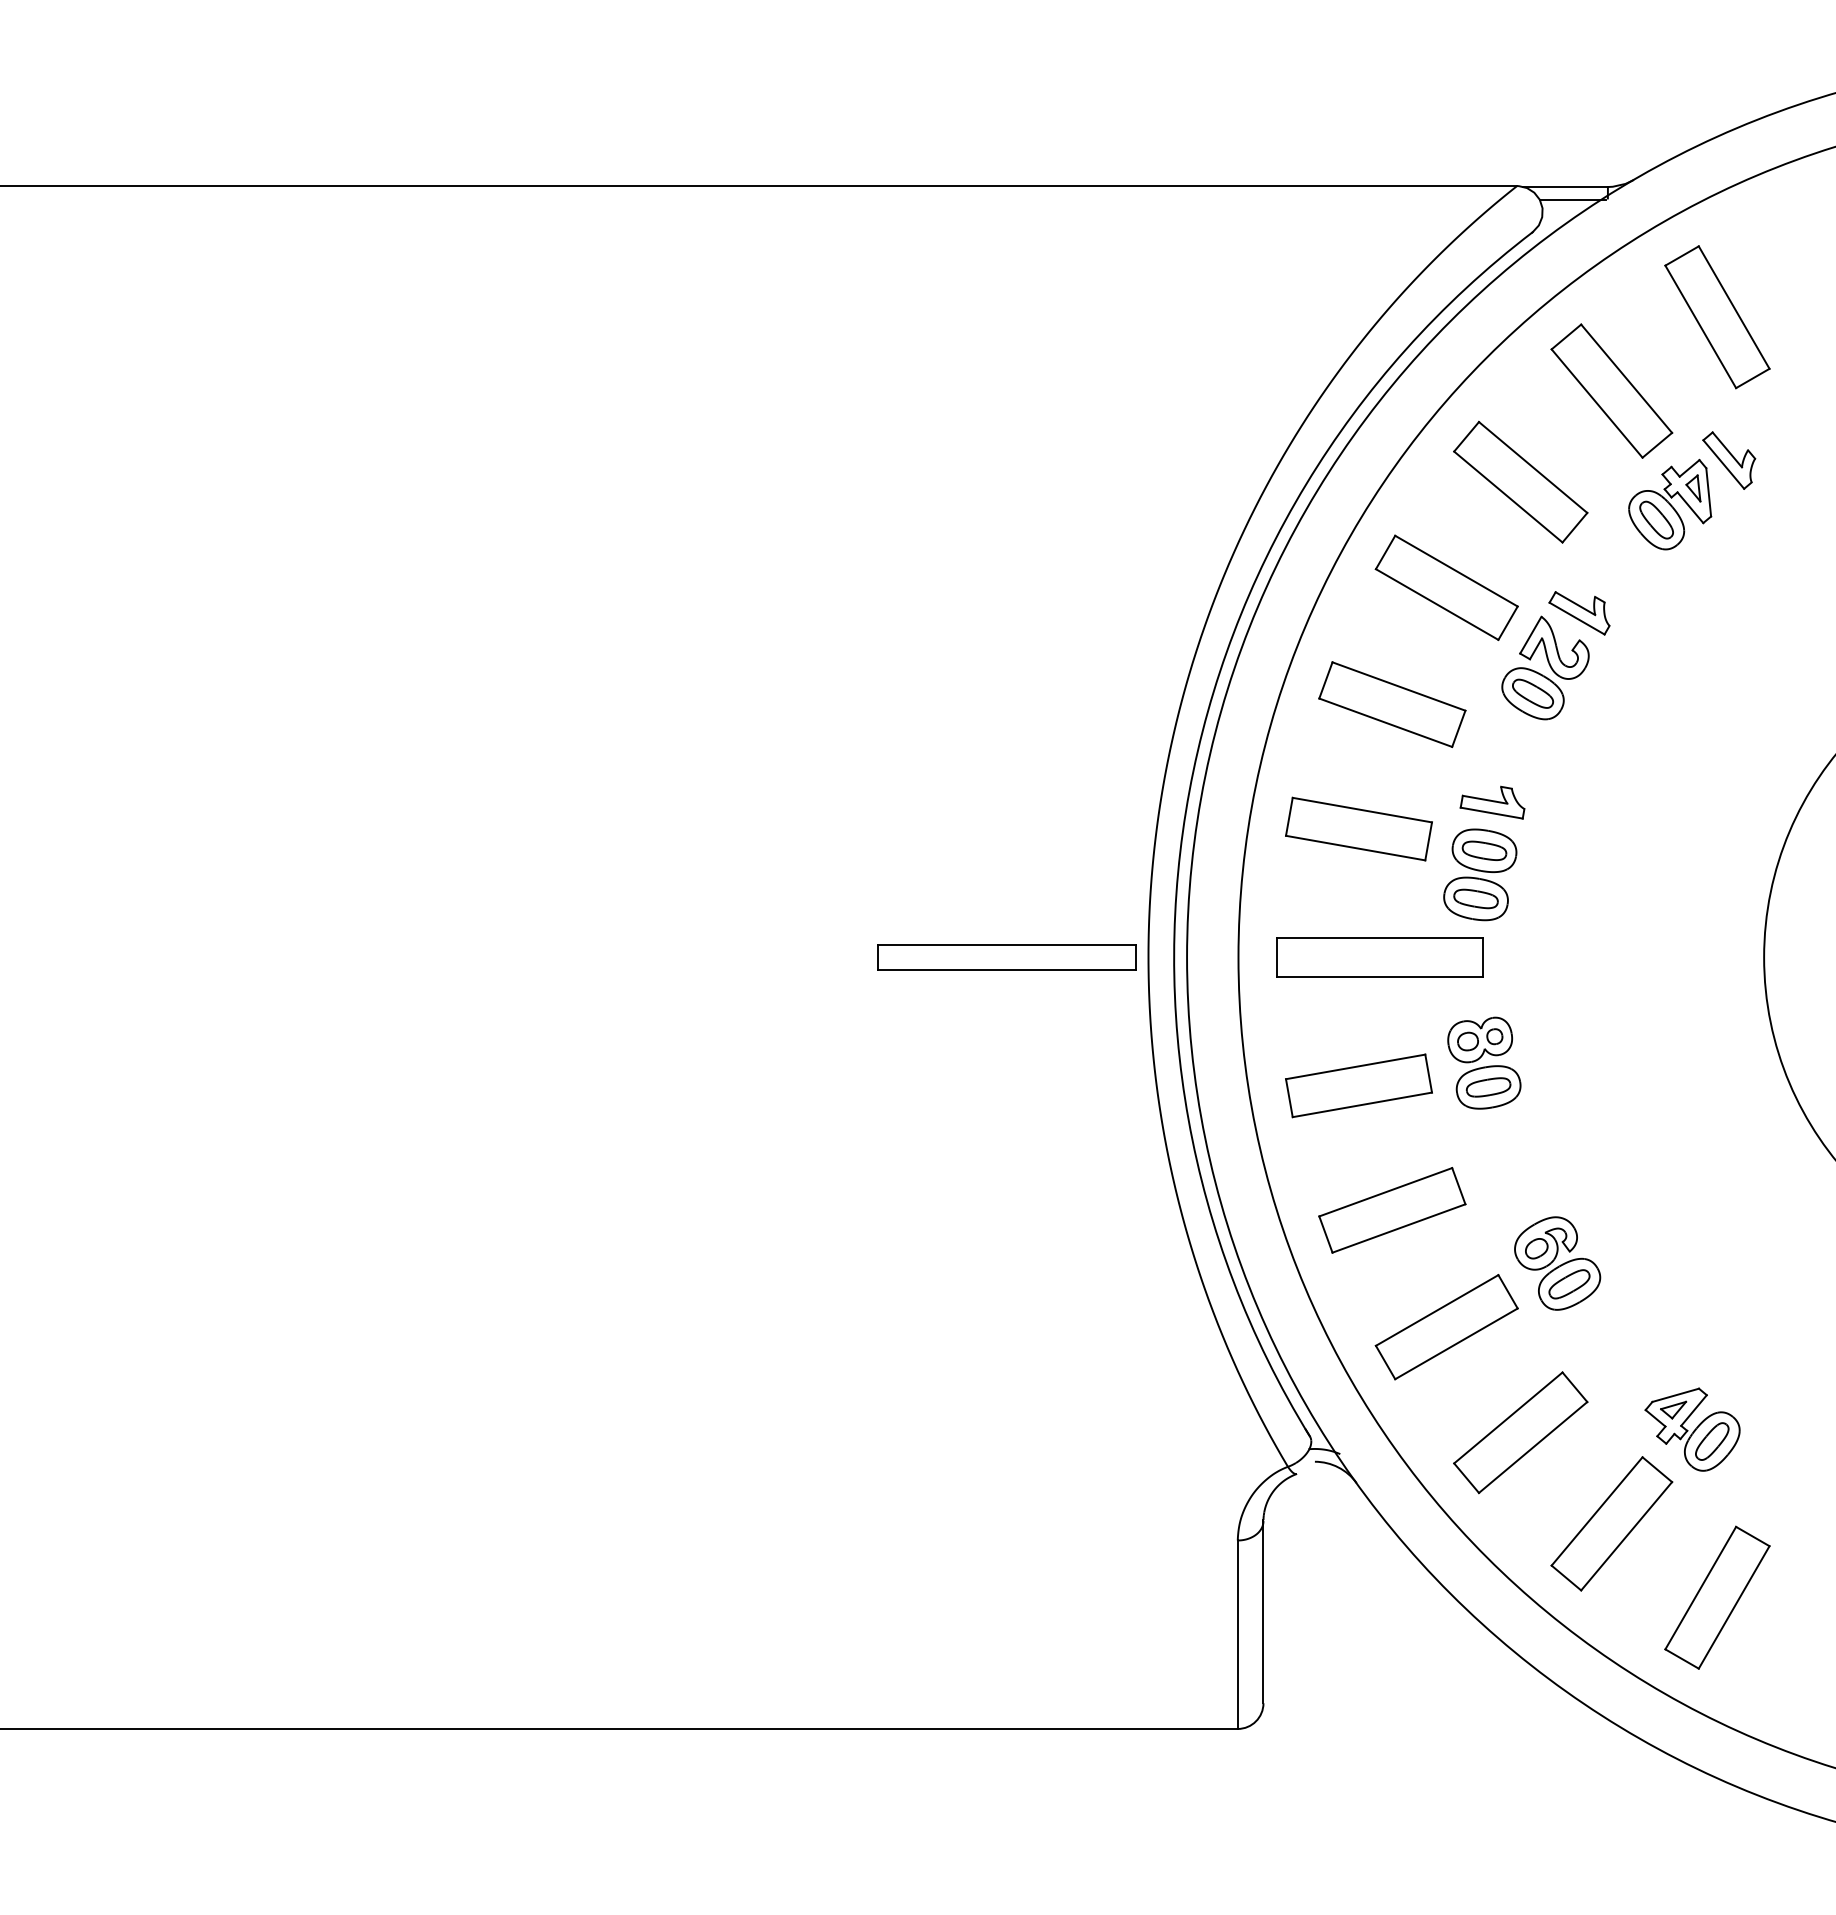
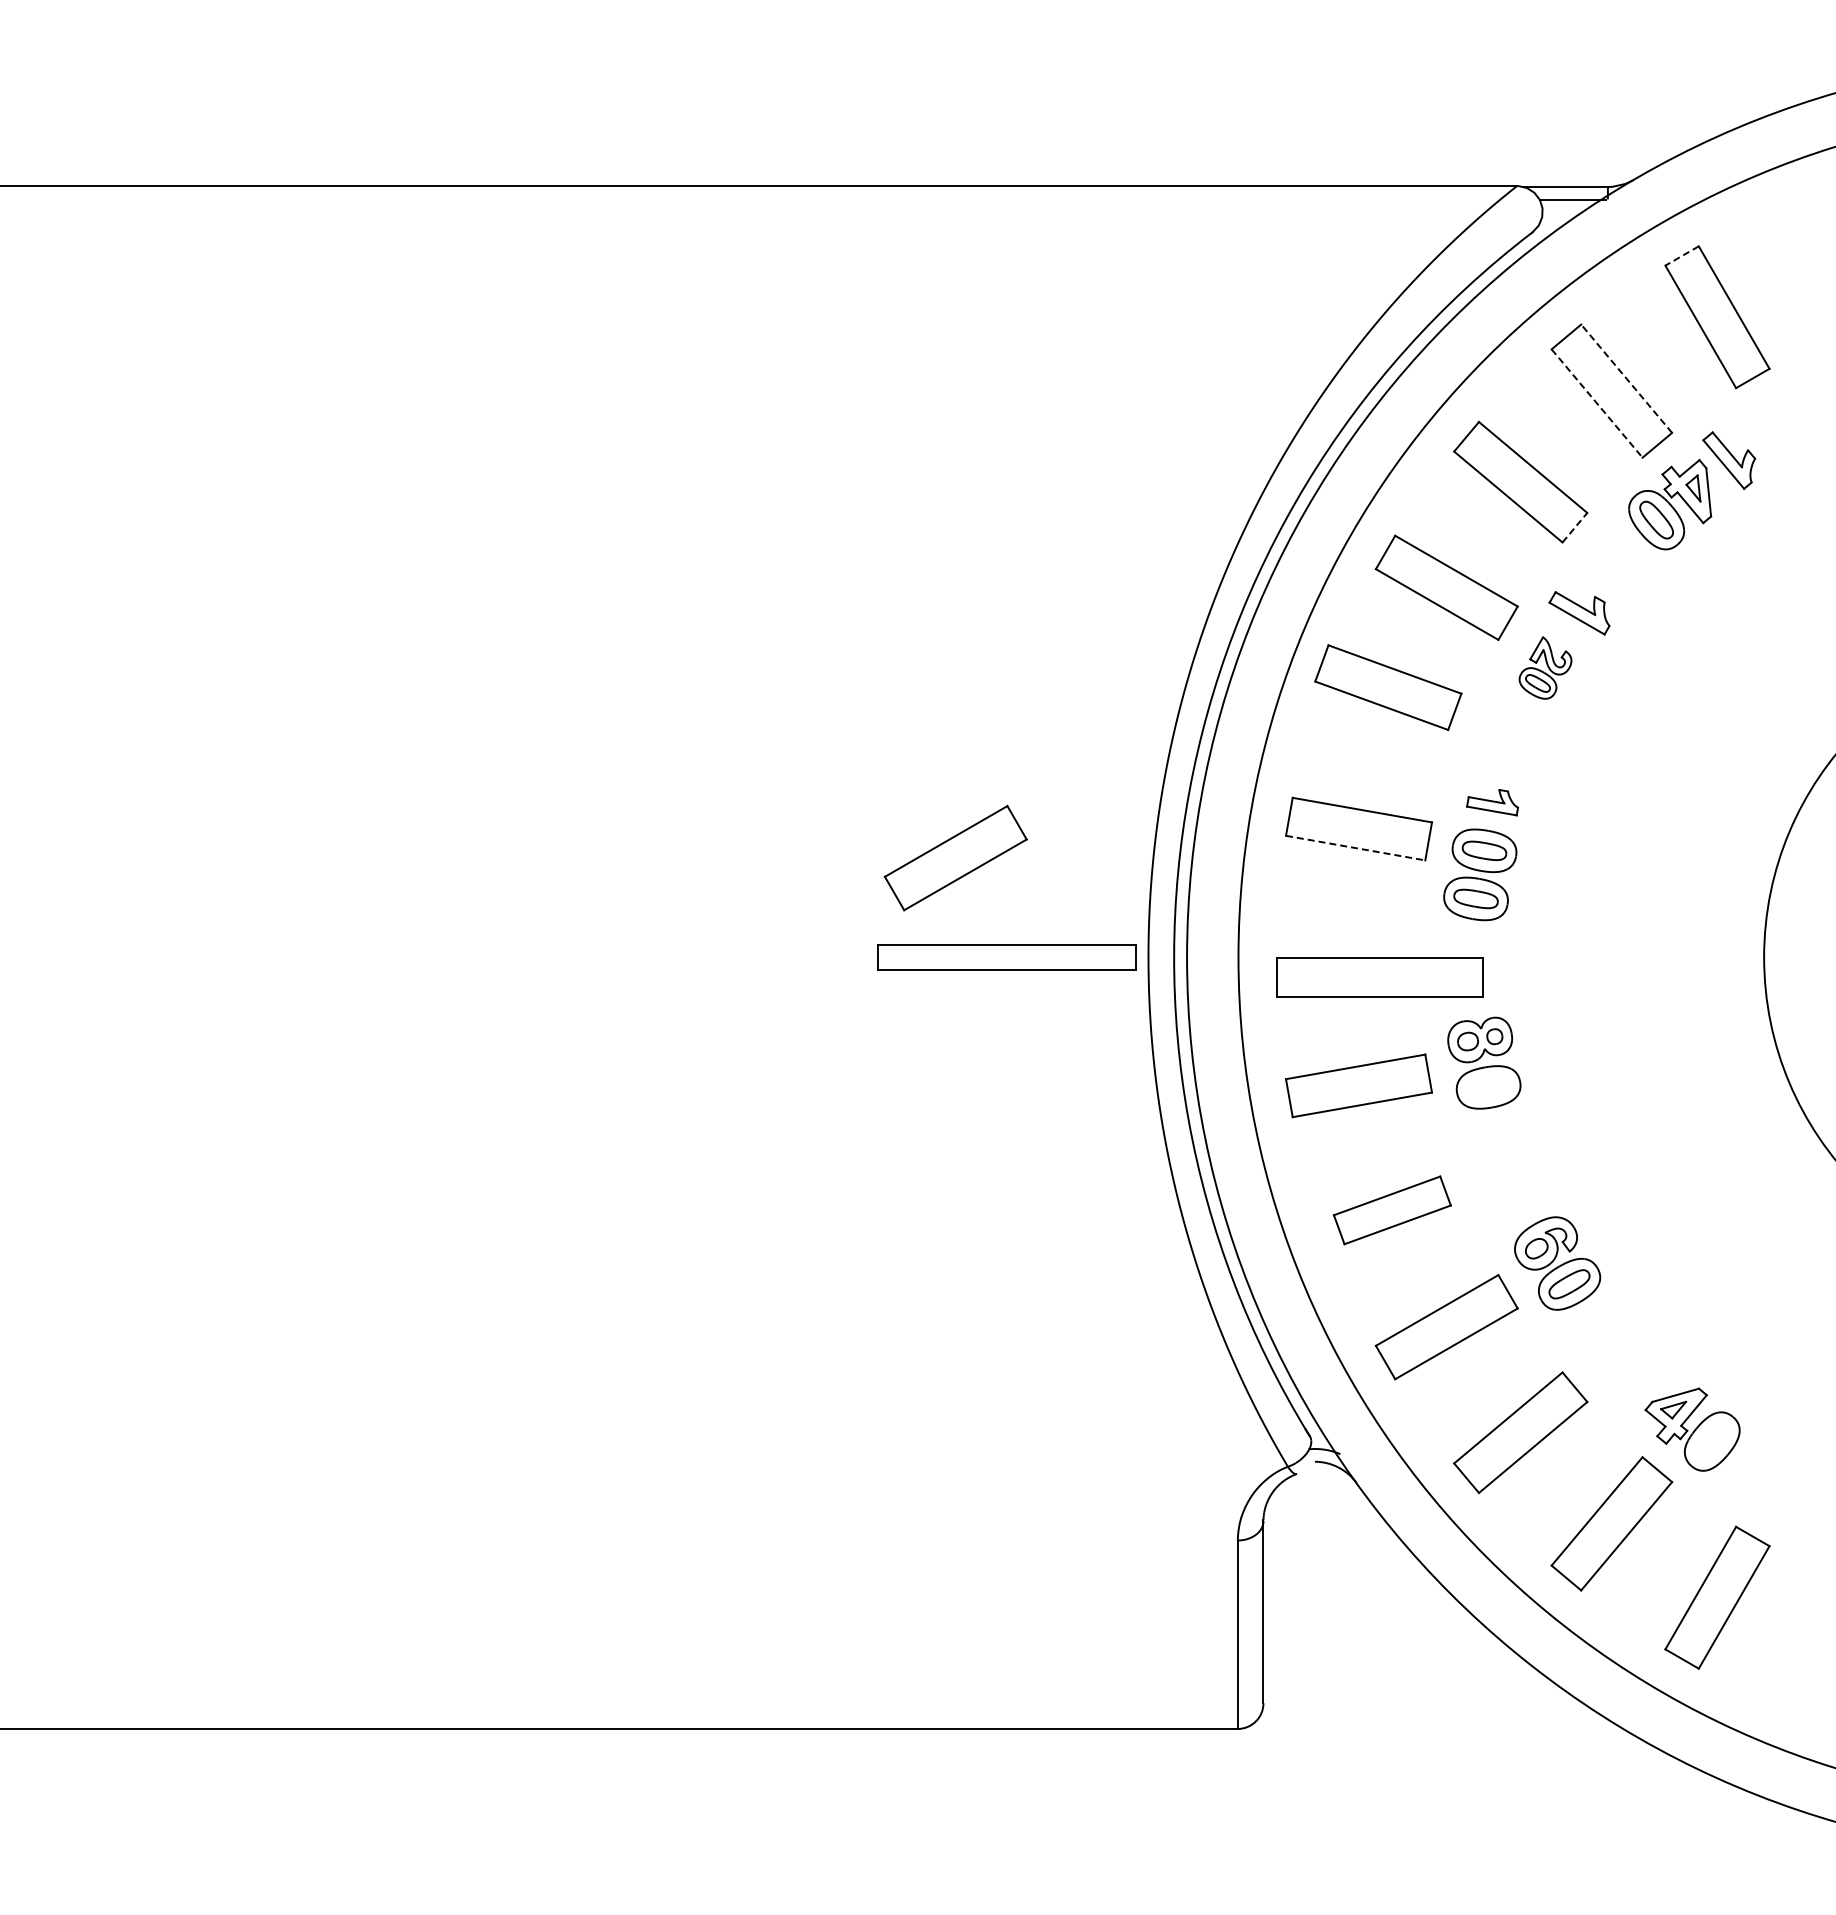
line at (1681, 256): solid -> dashed
line at (1626, 378): solid -> dashed
line at (1597, 403): solid -> dashed
line at (1575, 527): solid -> dashed
part at (1545, 667) size: 89x106 px -> 55x64 px
part at (1392, 704) position: (1392, 704) -> (1388, 687)
part at (1492, 802) size: 67x35 px -> 53x28 px
line at (1355, 848): solid -> dashed
part at (955, 858): none -> present
part at (1379, 957) position: (1379, 957) -> (1379, 977)
part at (1488, 1087): present -> none
part at (1392, 1210) size: 149x87 px -> 120x71 px
part at (1712, 1441): present -> none
